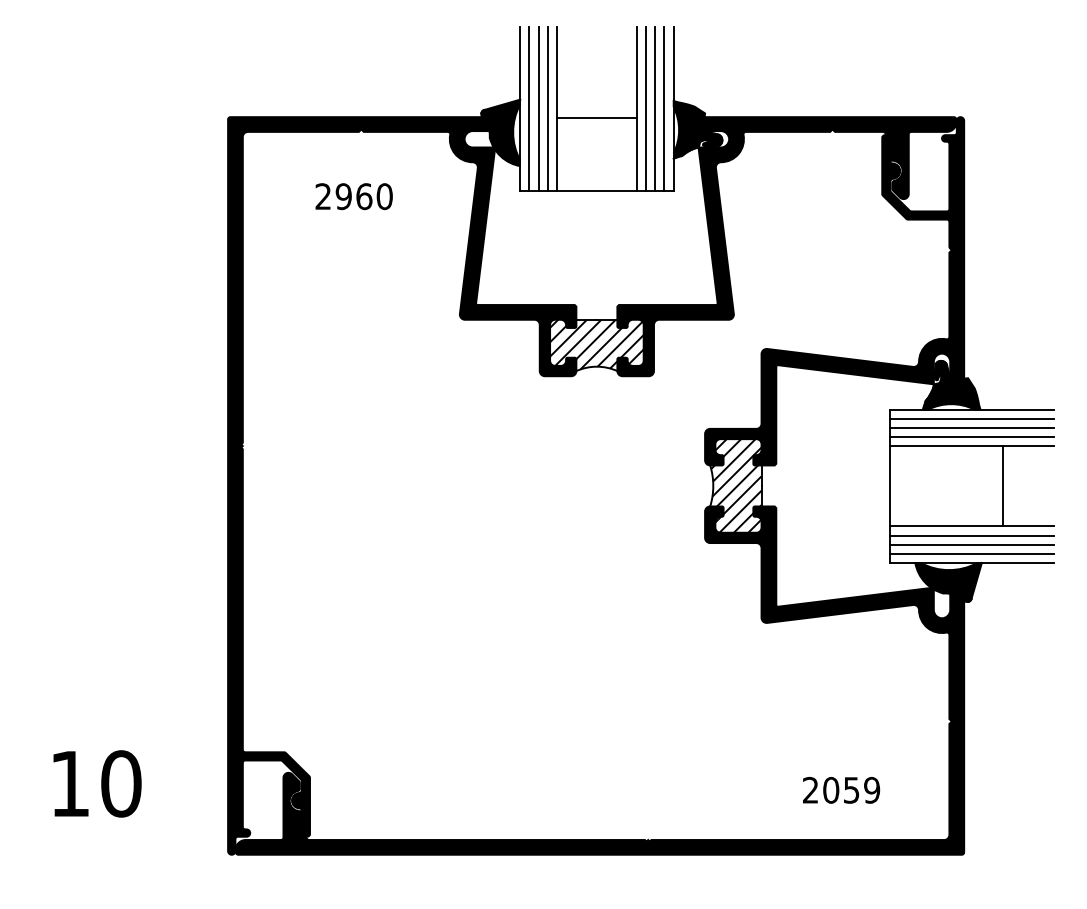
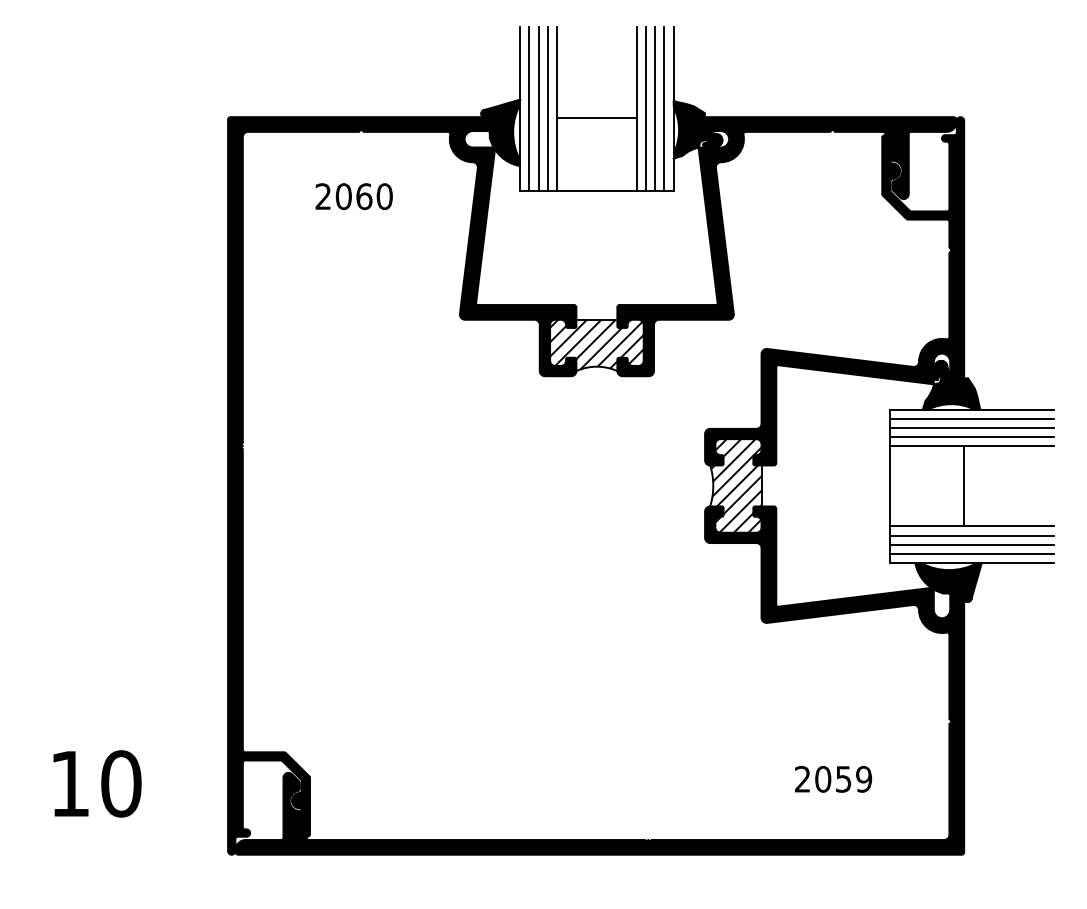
text at (343, 196): 2960 -> 2060
line at (1002, 486) position: (1002, 486) -> (963, 486)
text at (841, 789) position: (841, 789) -> (833, 778)
